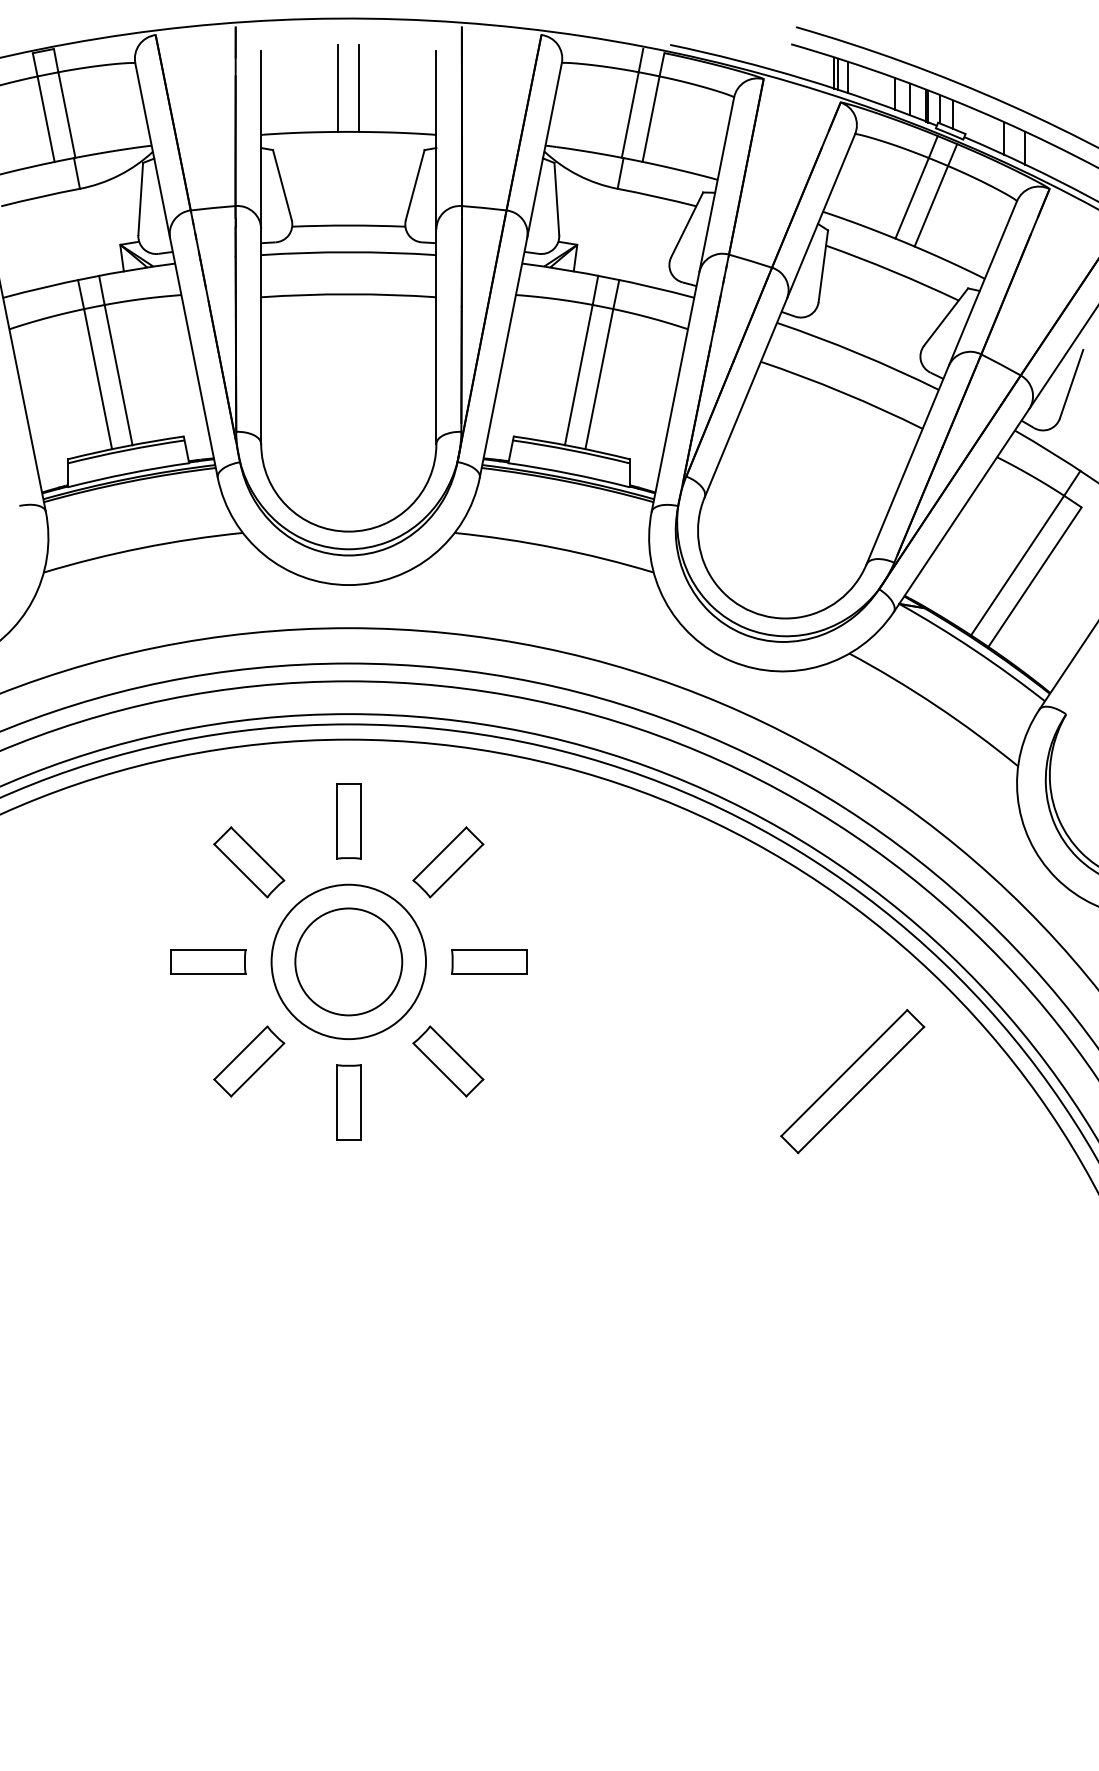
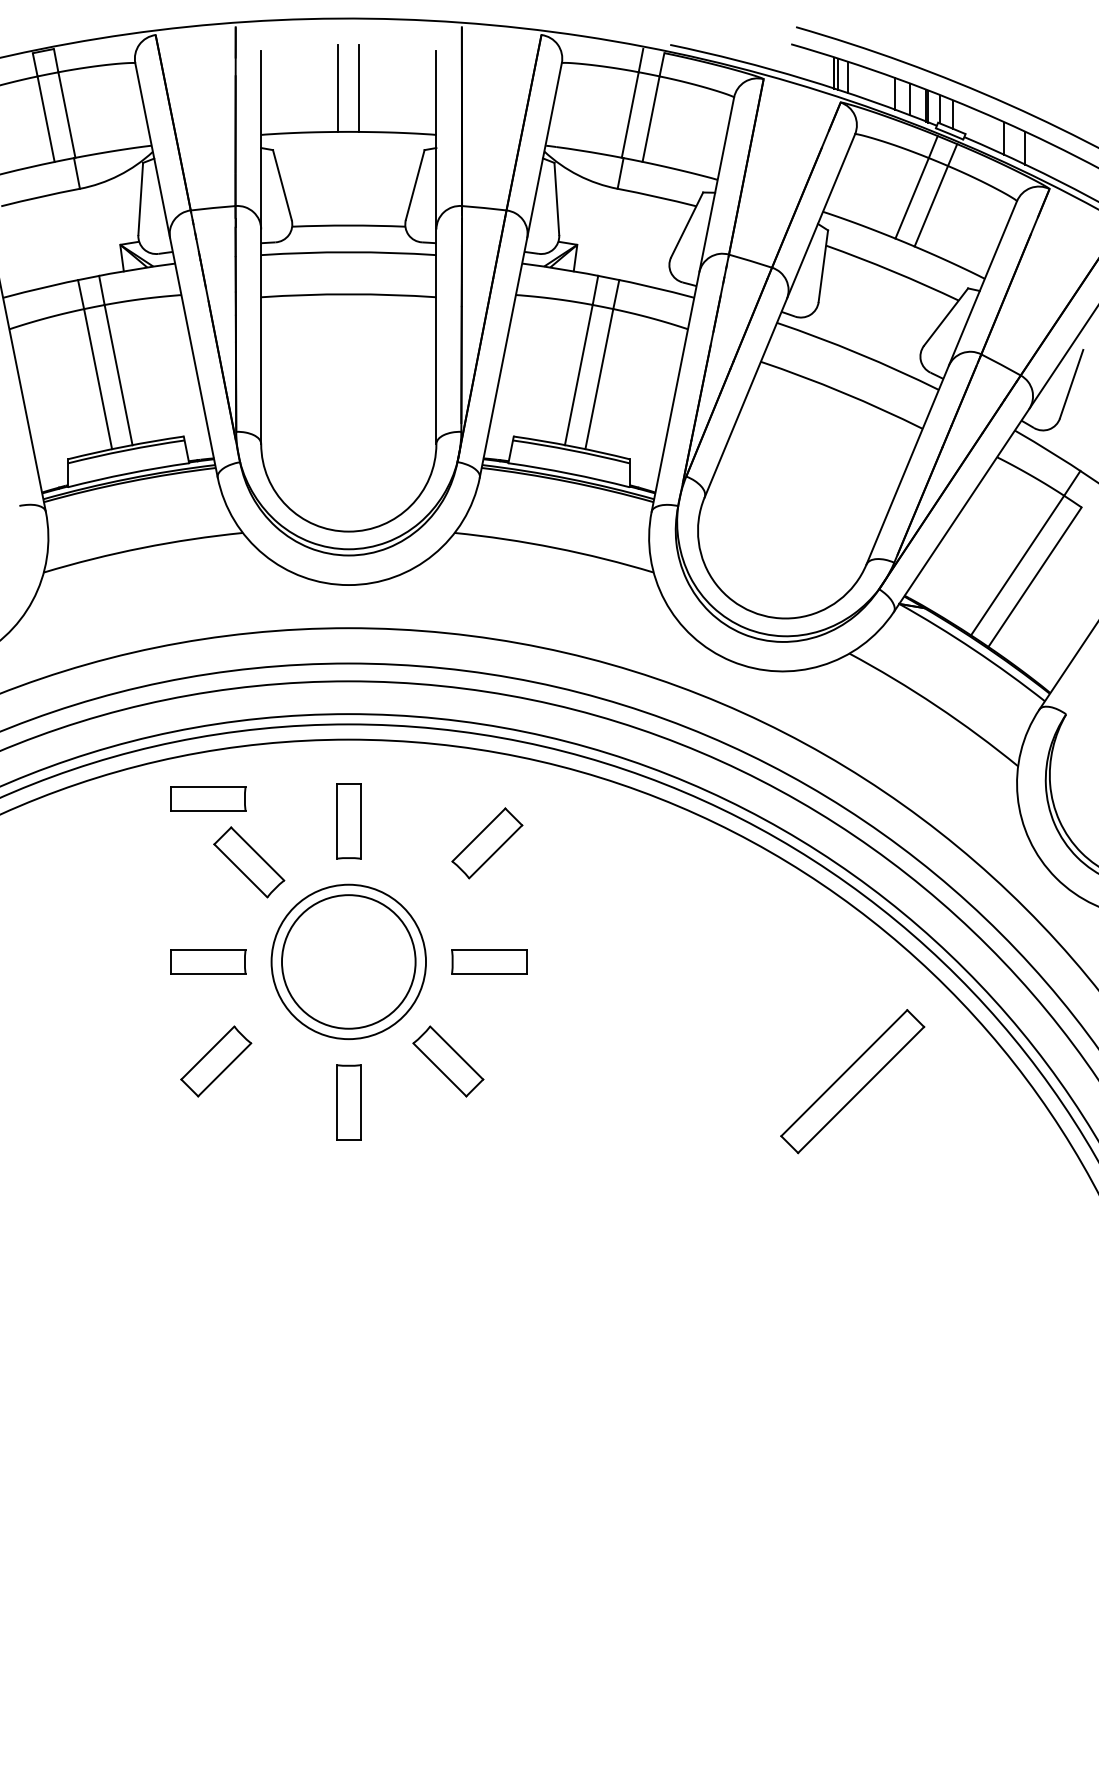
part at (208, 798): none -> present
part at (448, 862) position: (448, 862) -> (487, 843)
circle at (348, 961) diameter: 107 px -> 134 px
part at (249, 1061) position: (249, 1061) -> (216, 1061)
